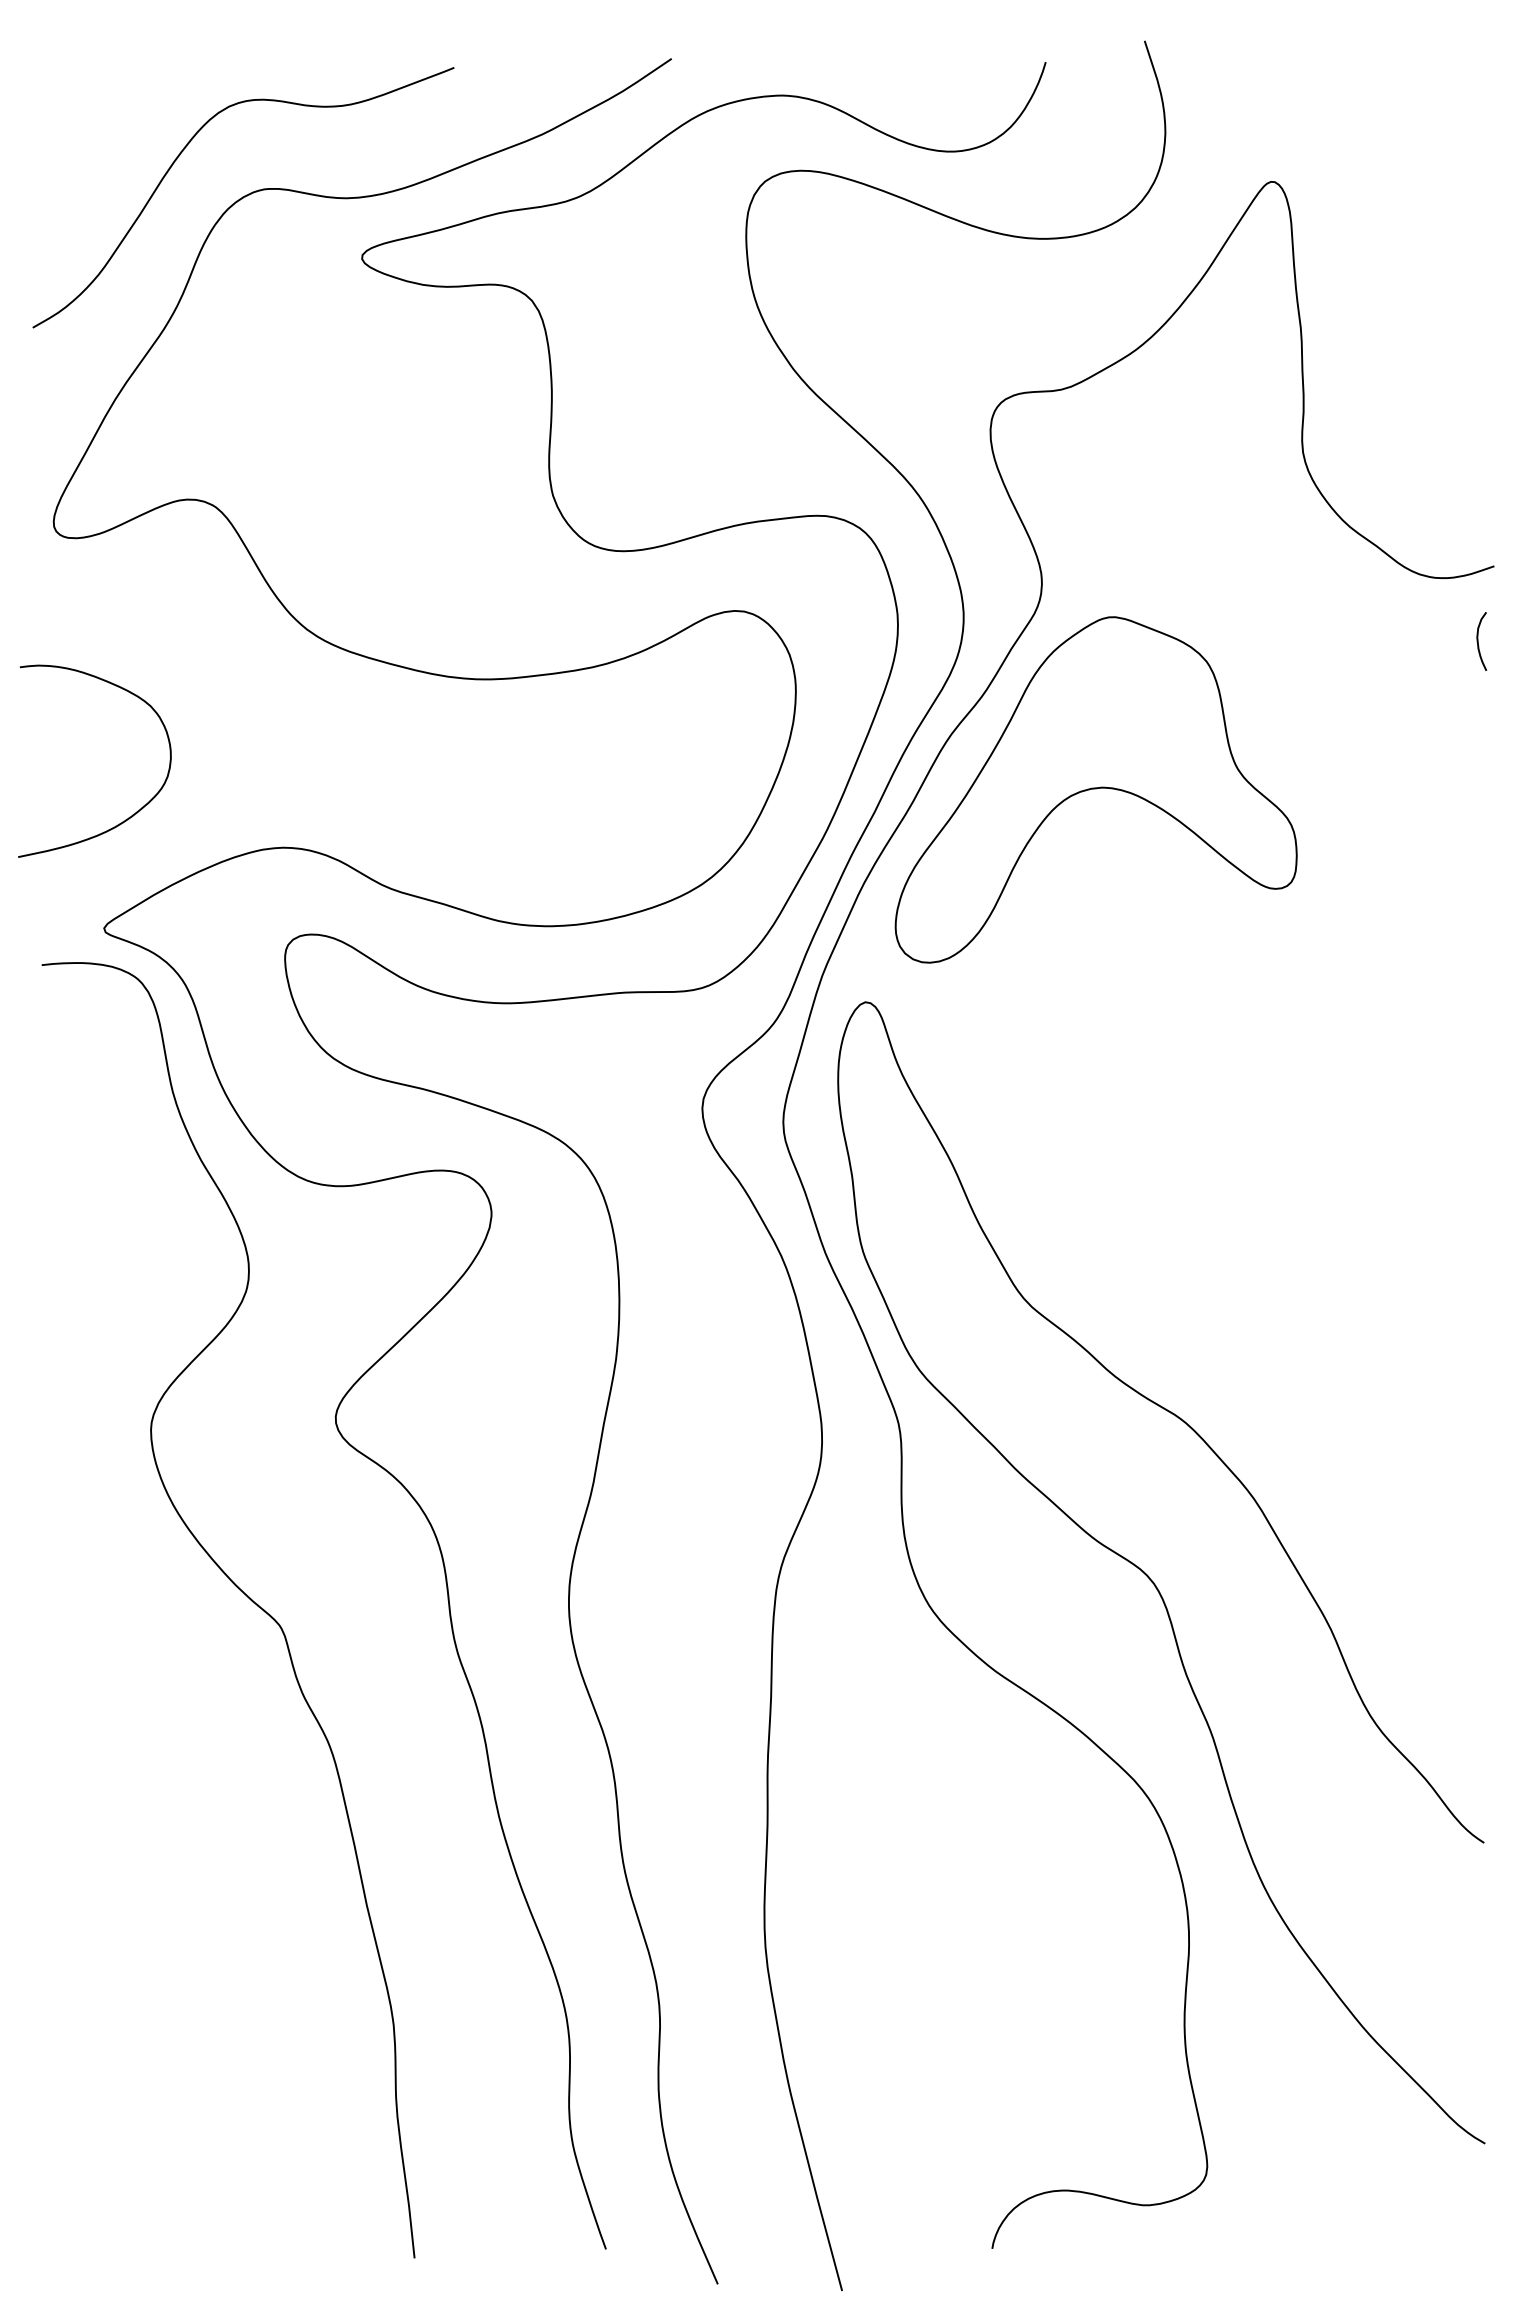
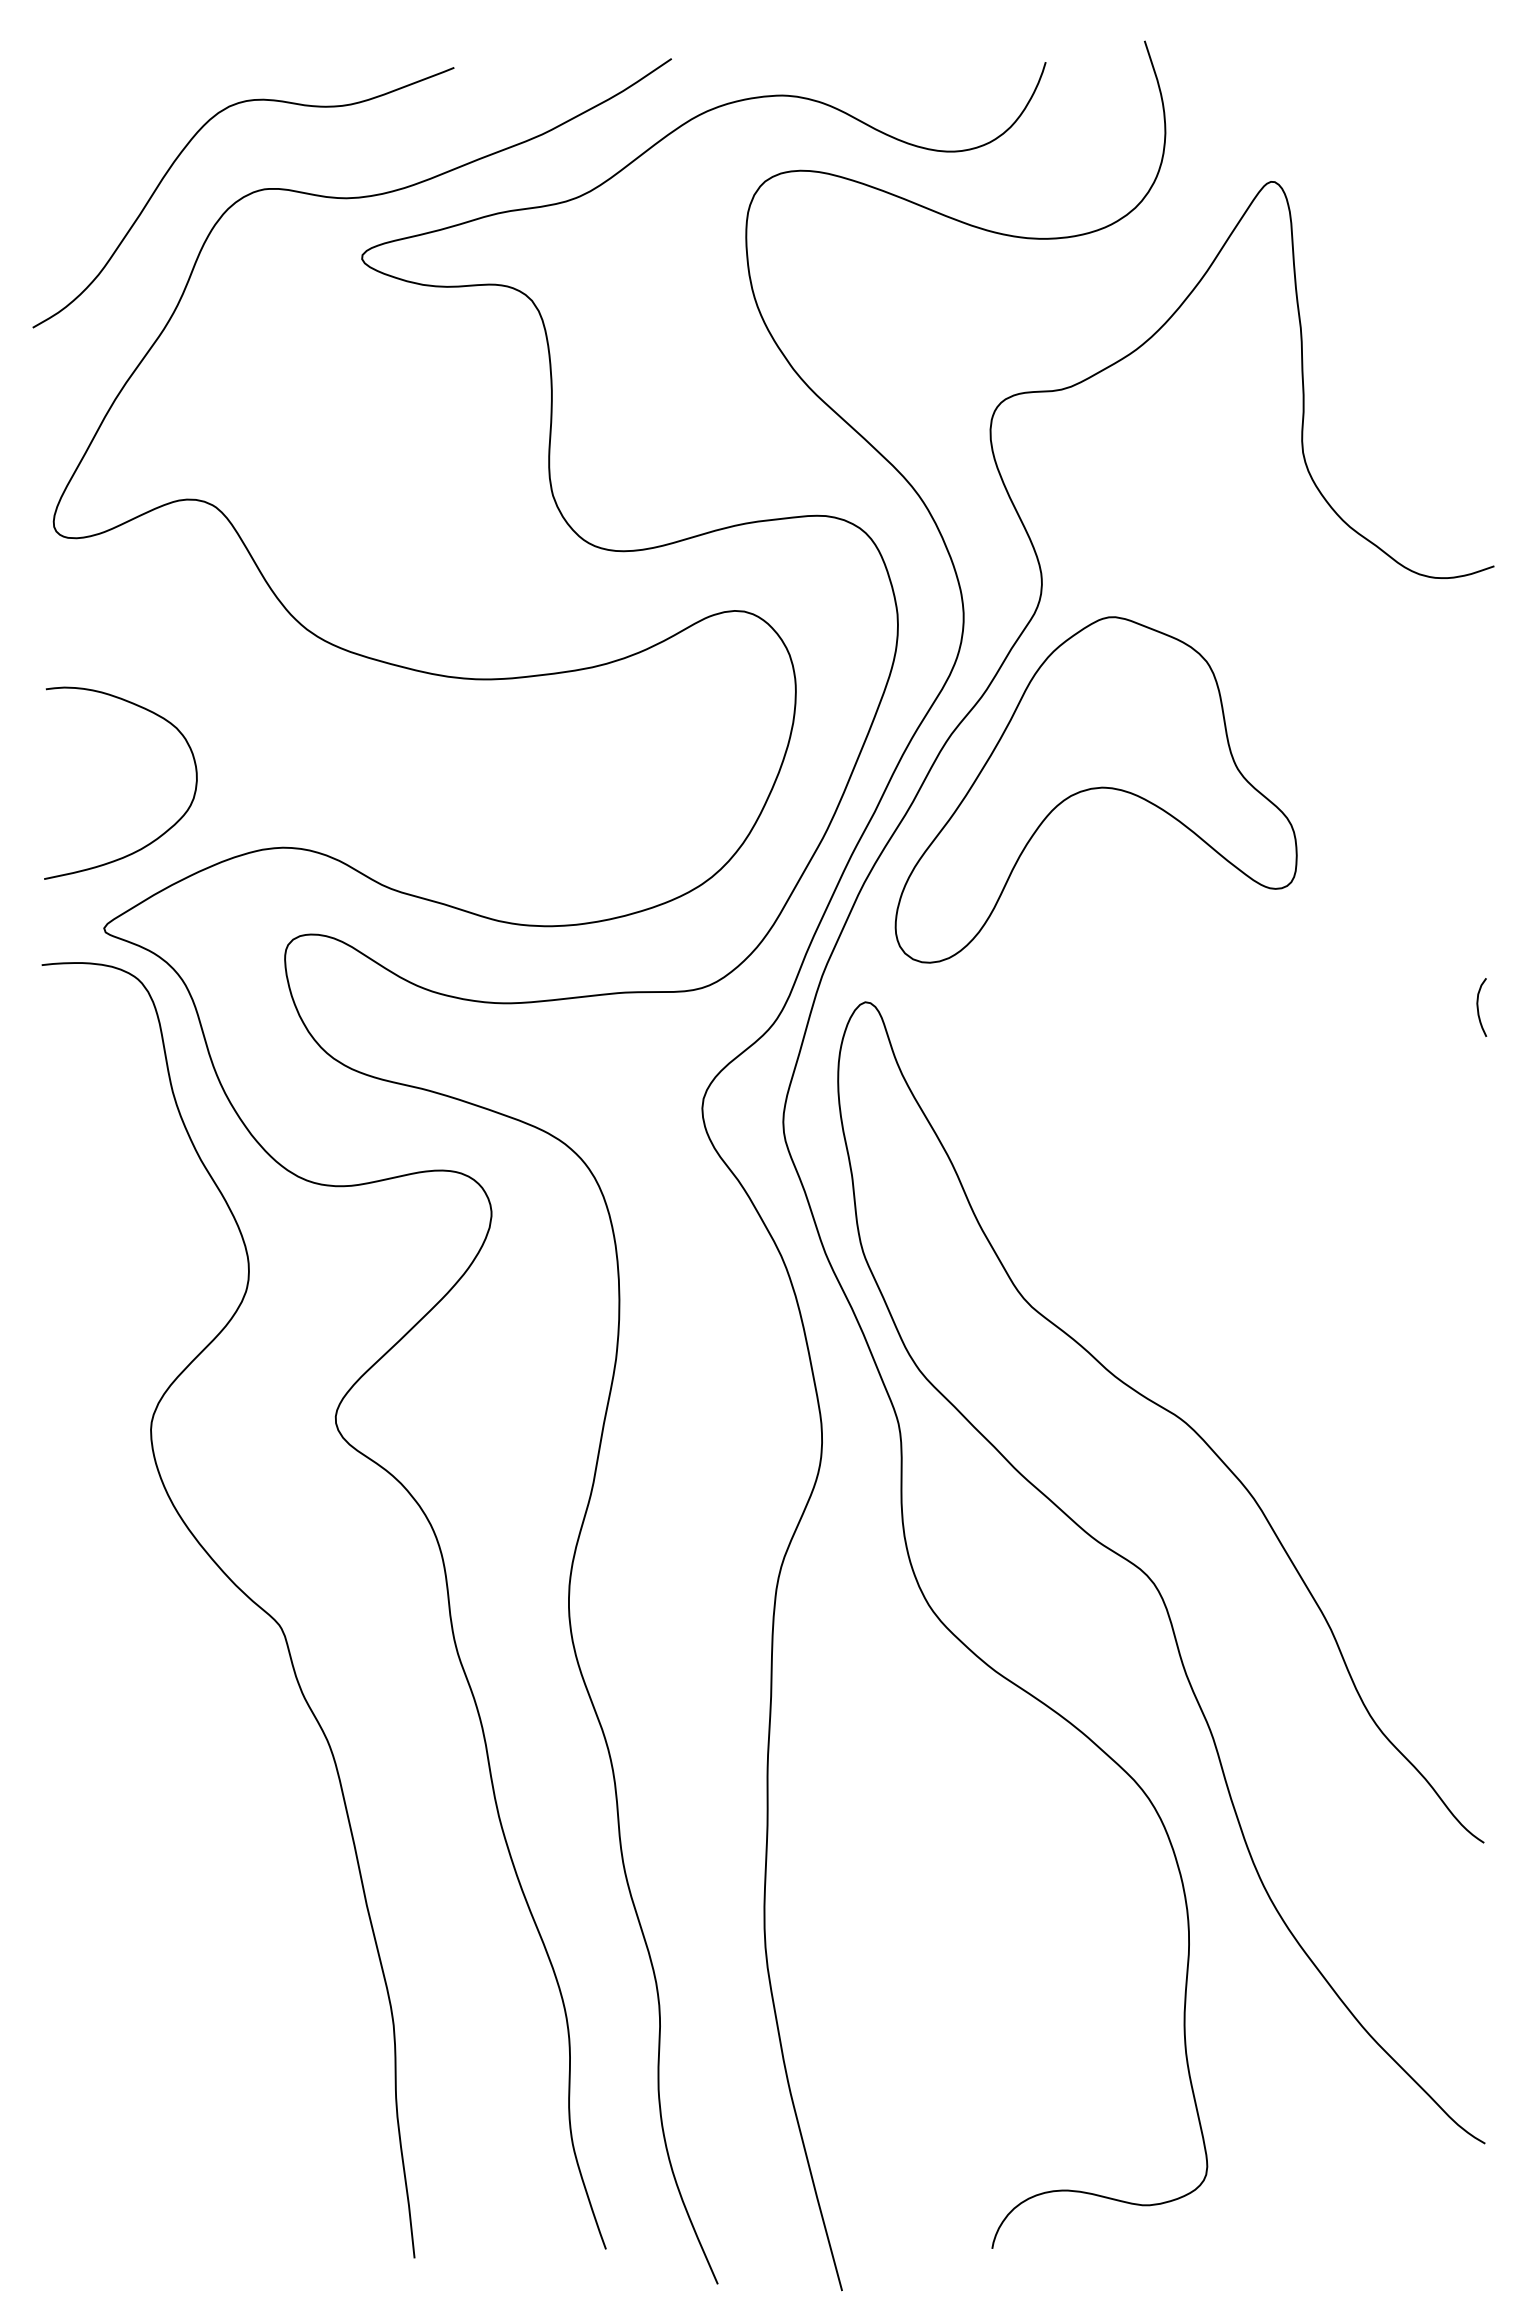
curve at (1478, 641) position: (1478, 641) -> (1478, 1007)
curve at (137, 810) position: (137, 810) -> (163, 832)
